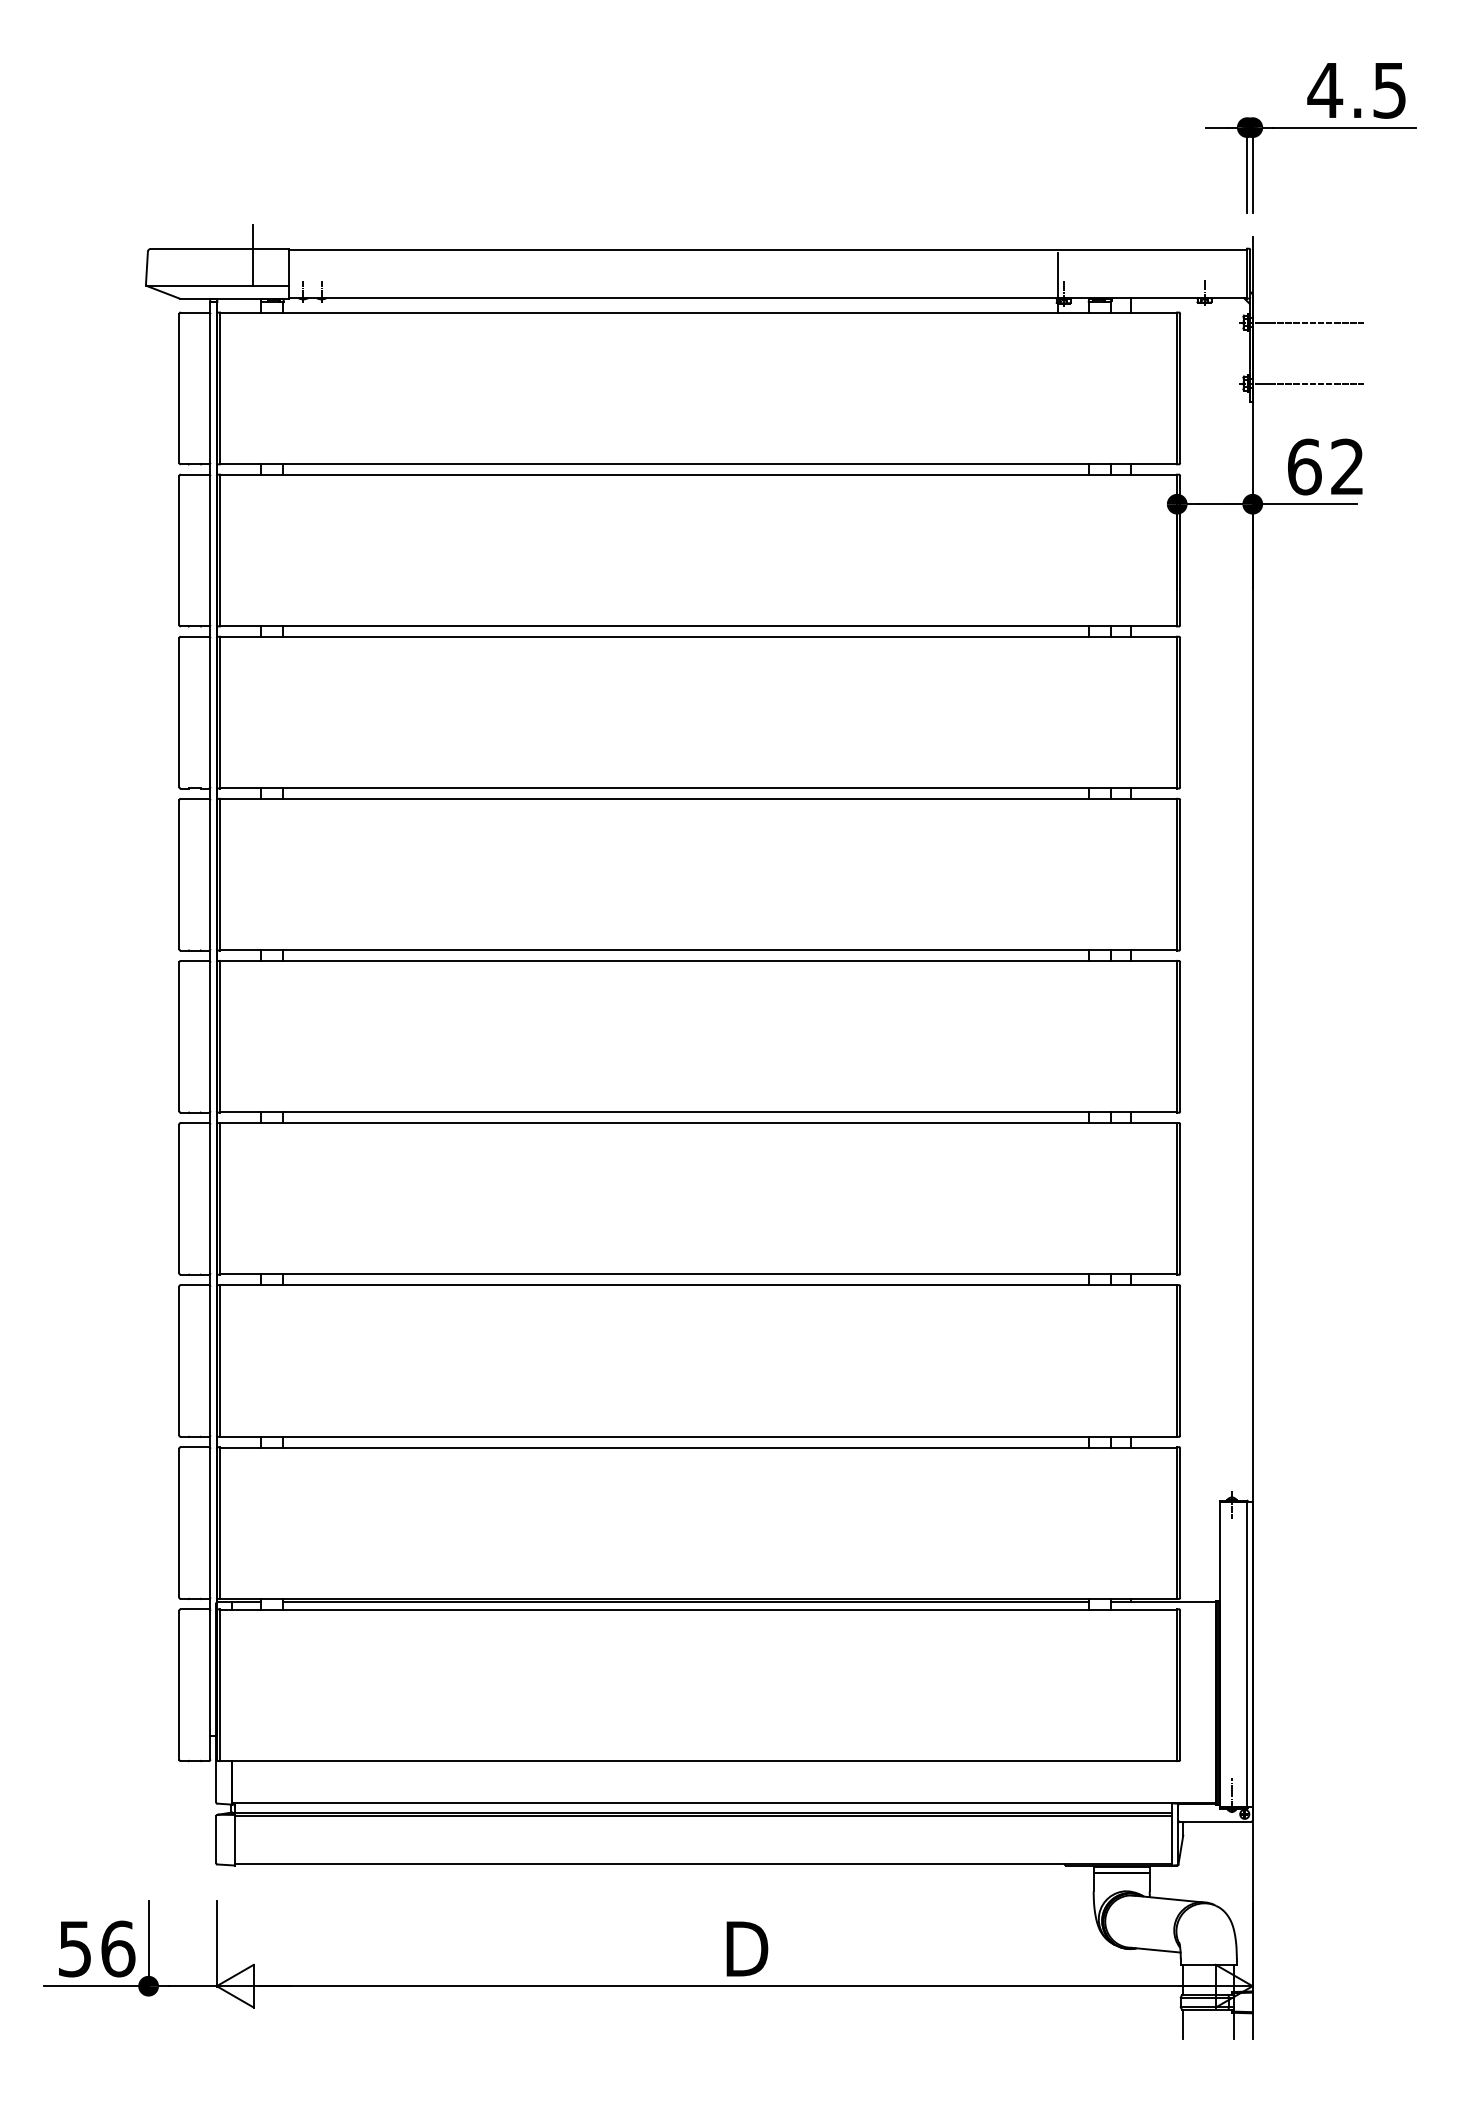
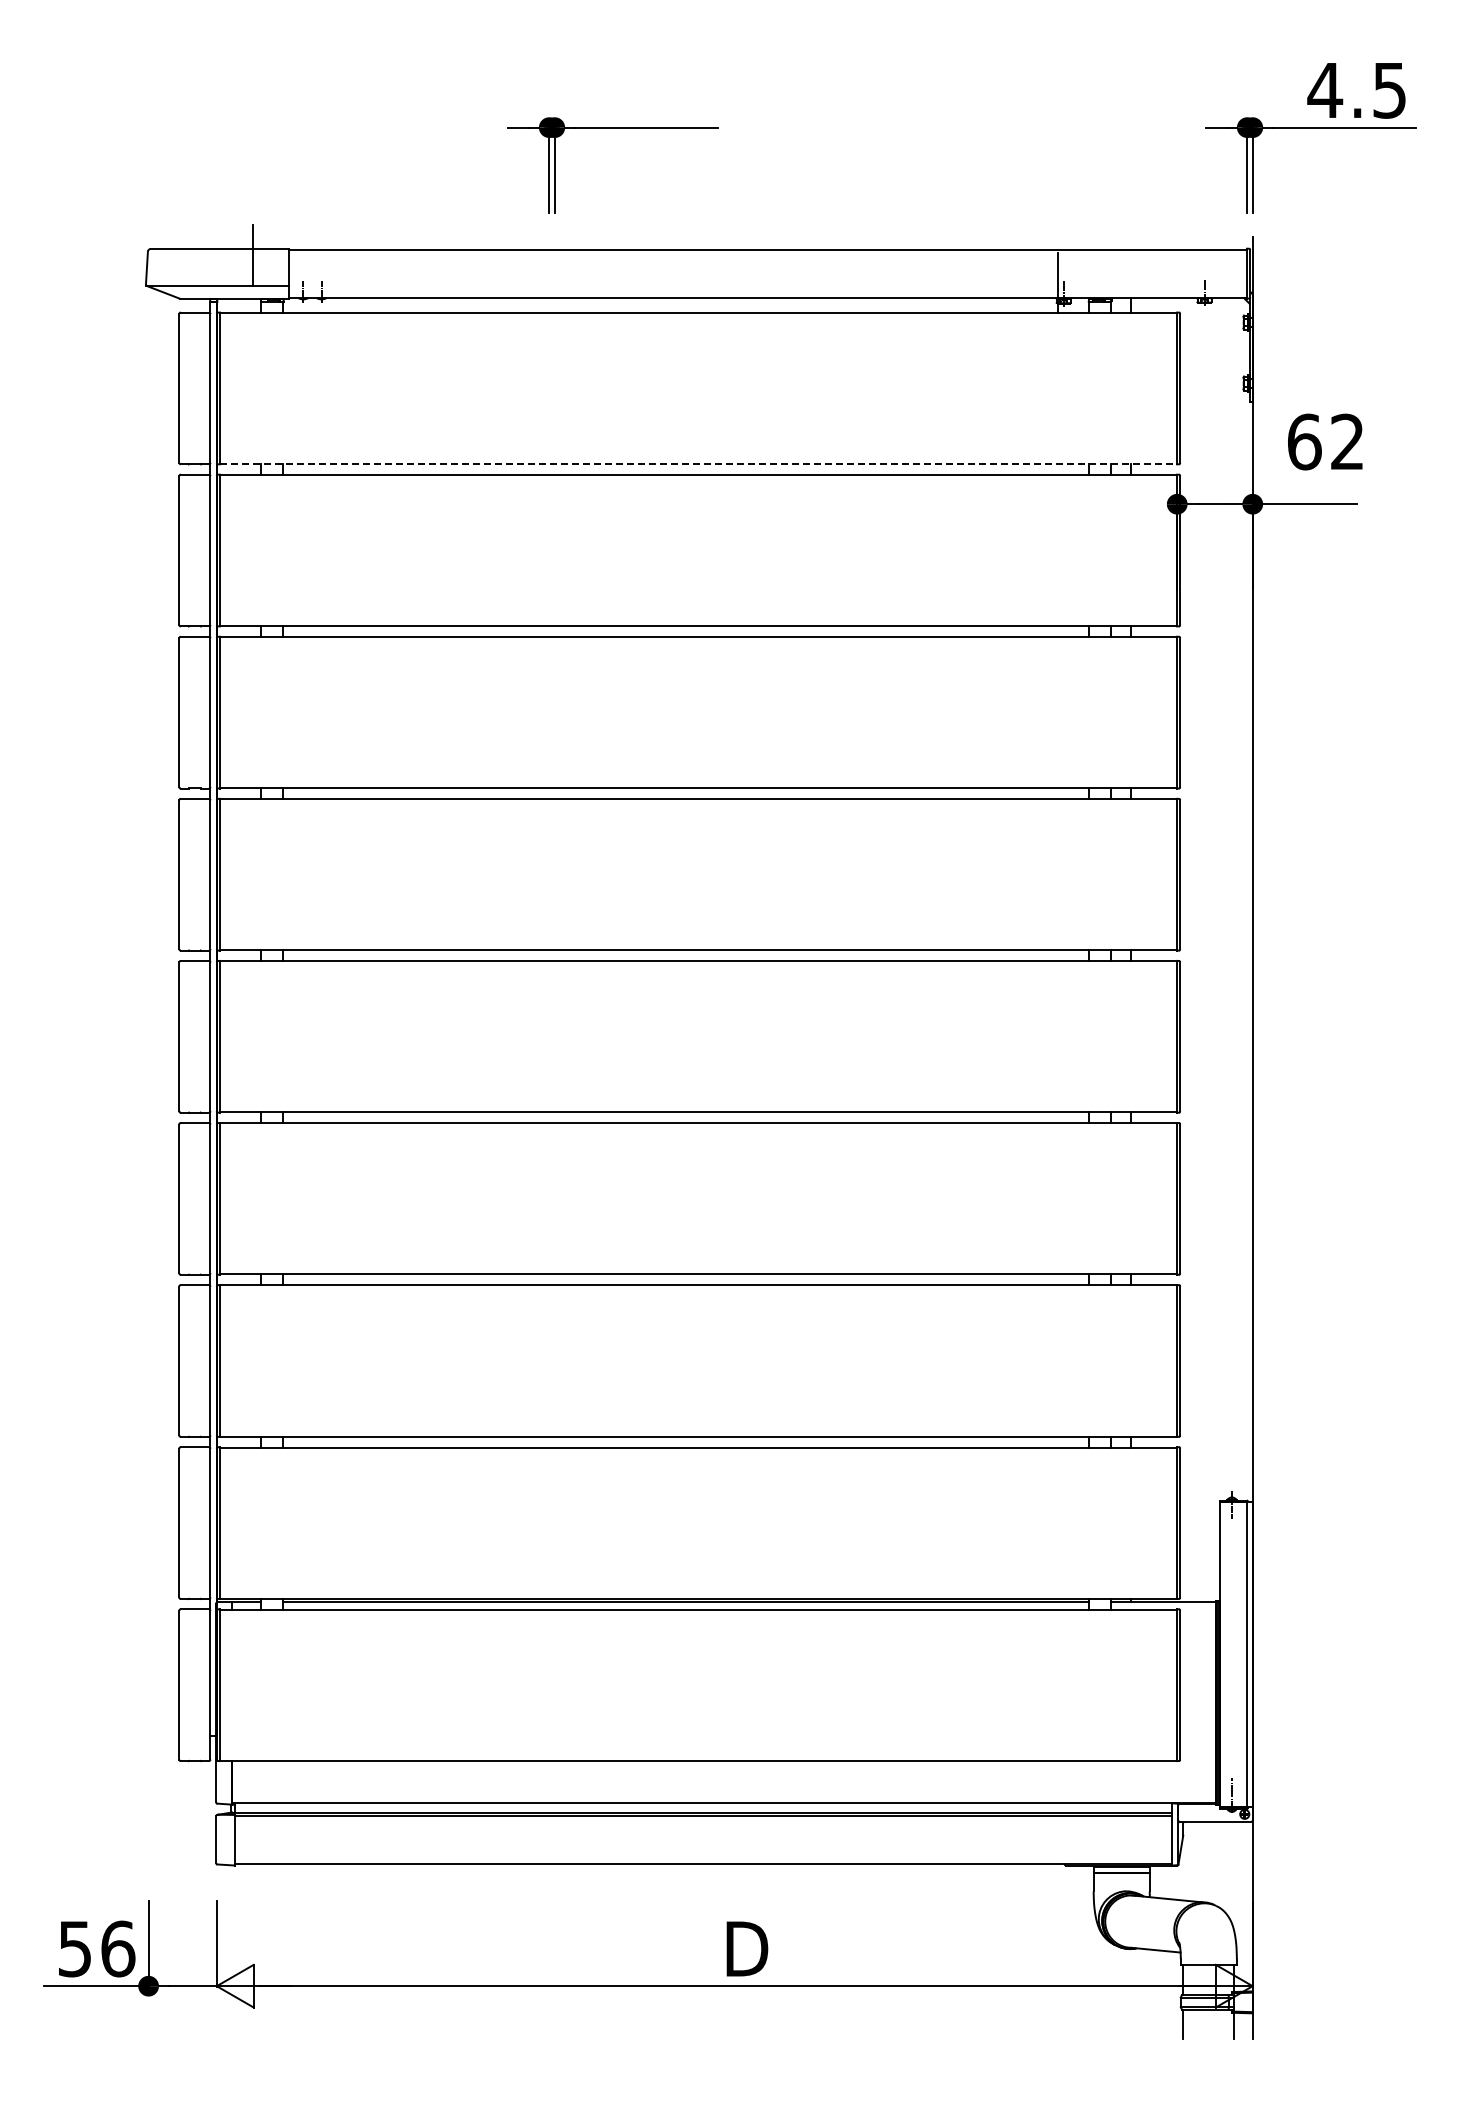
part at (612, 128): none -> present
line at (1301, 322): present -> none
line at (1301, 383): present -> none
line at (698, 464): solid -> dashed
text at (1325, 466) position: (1325, 466) -> (1325, 441)
